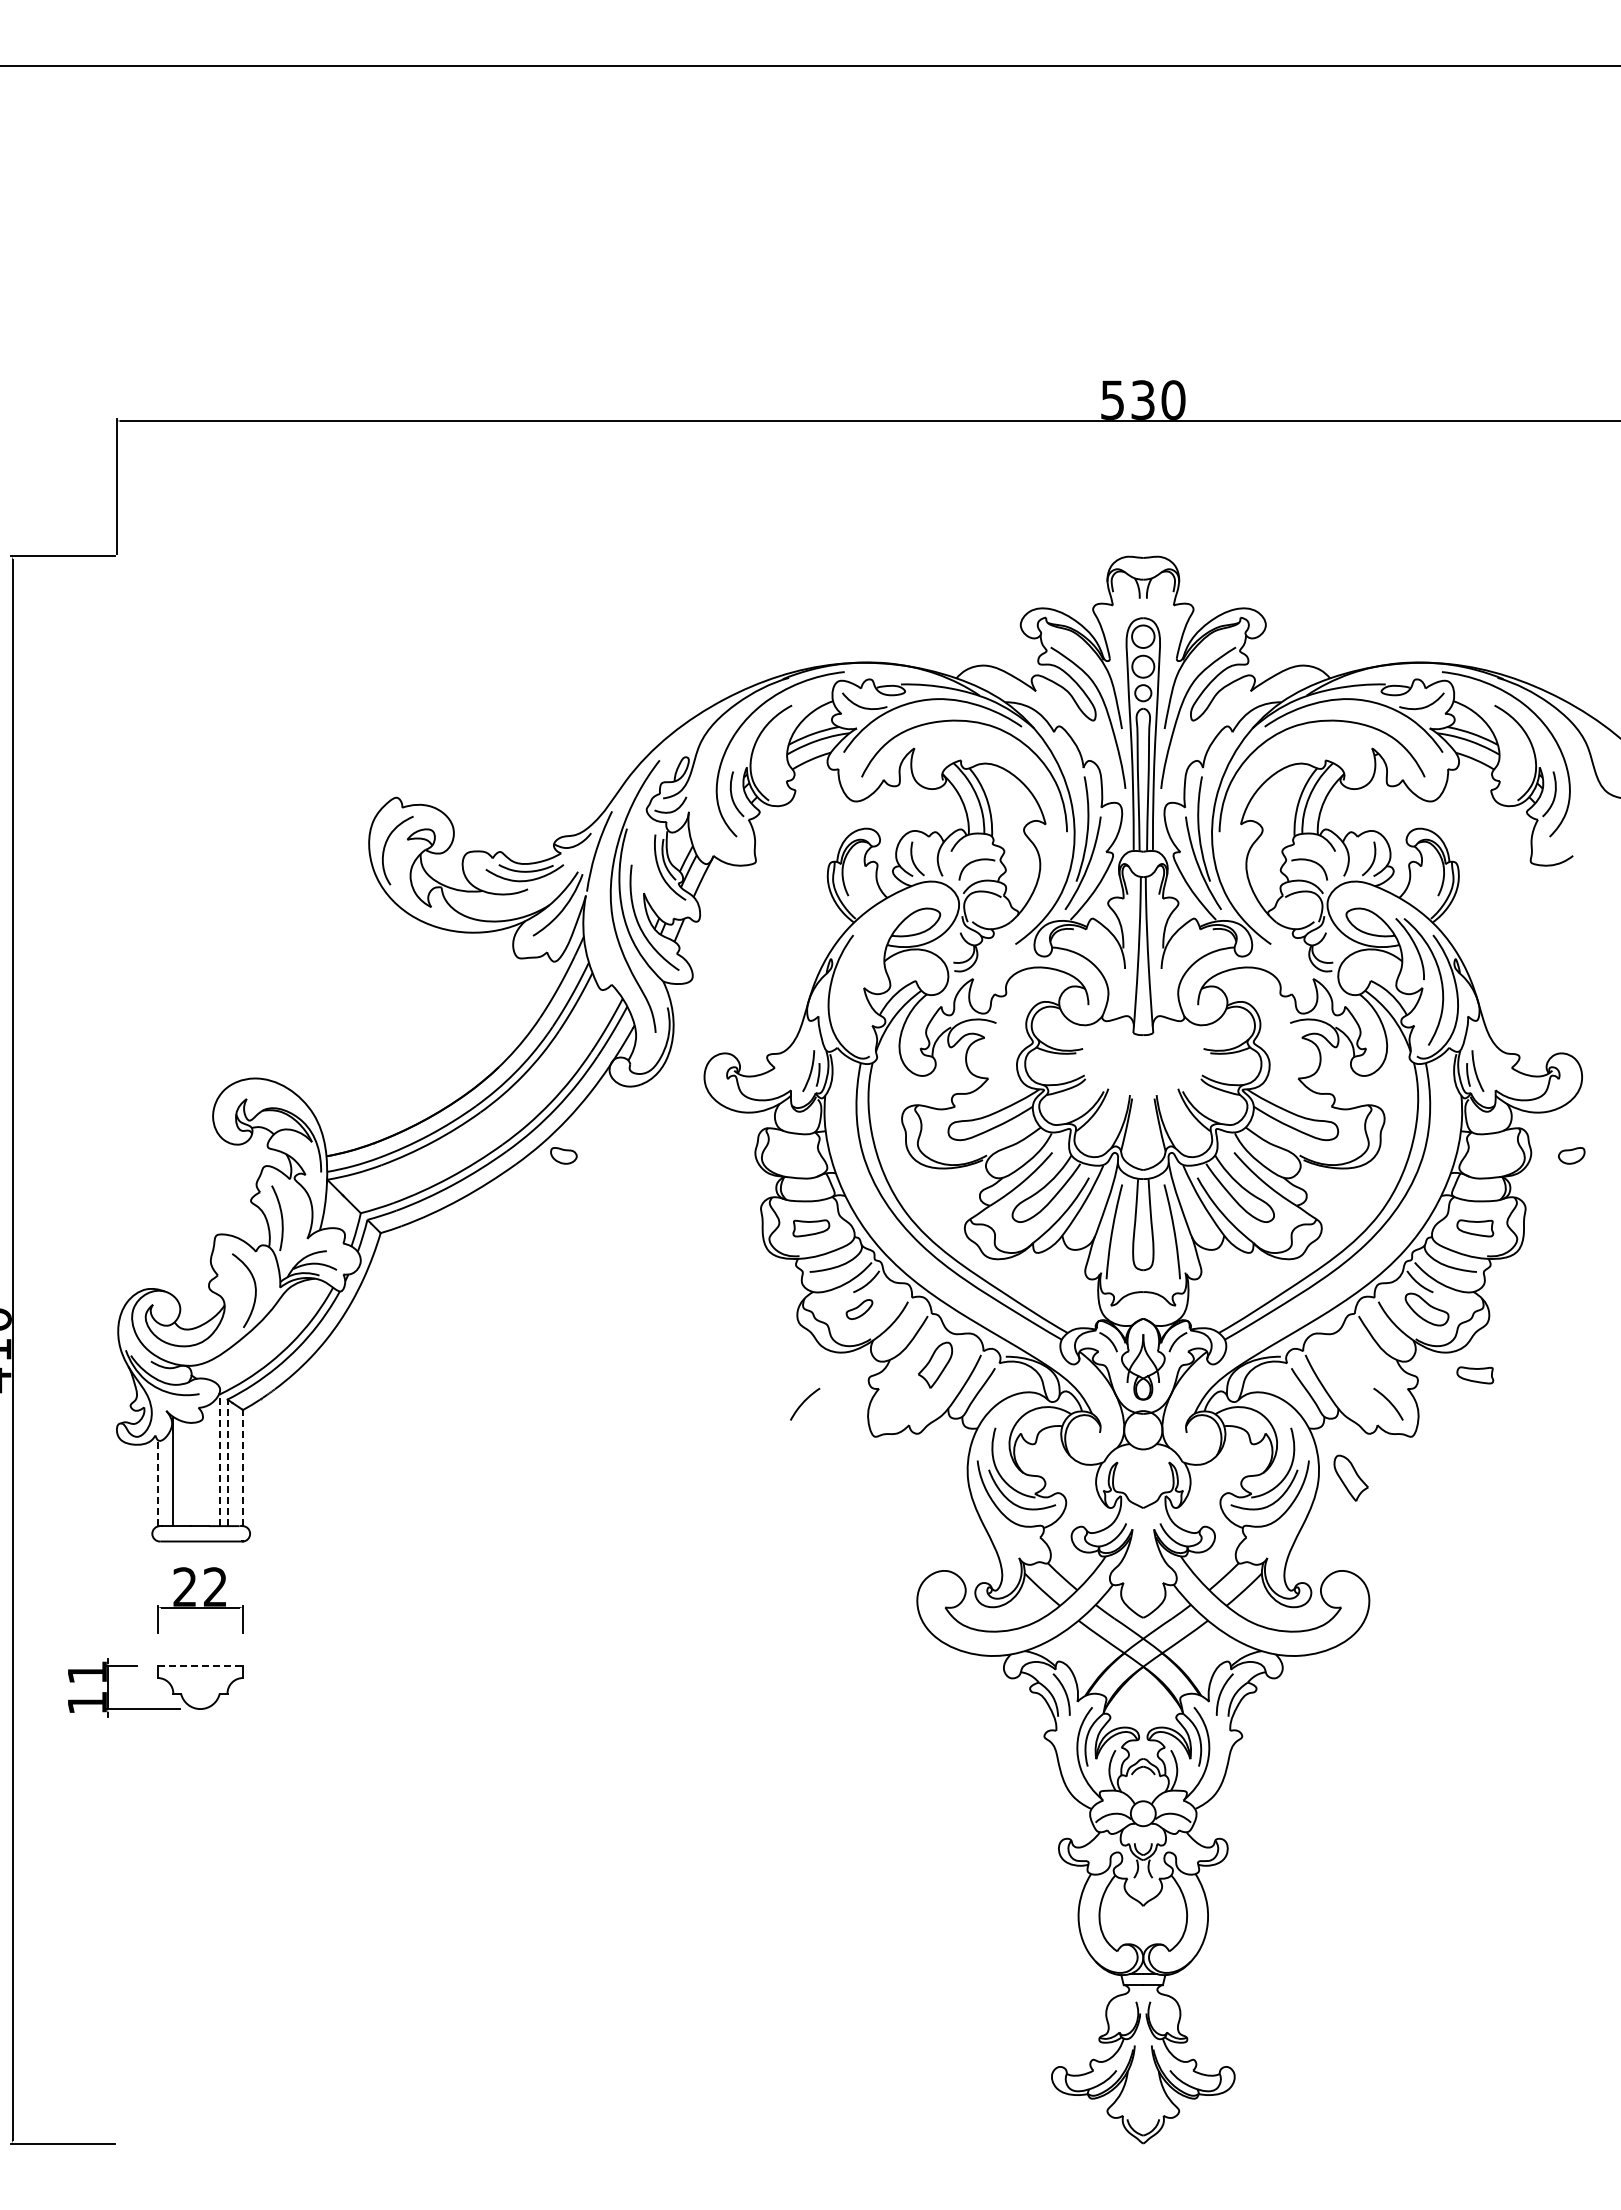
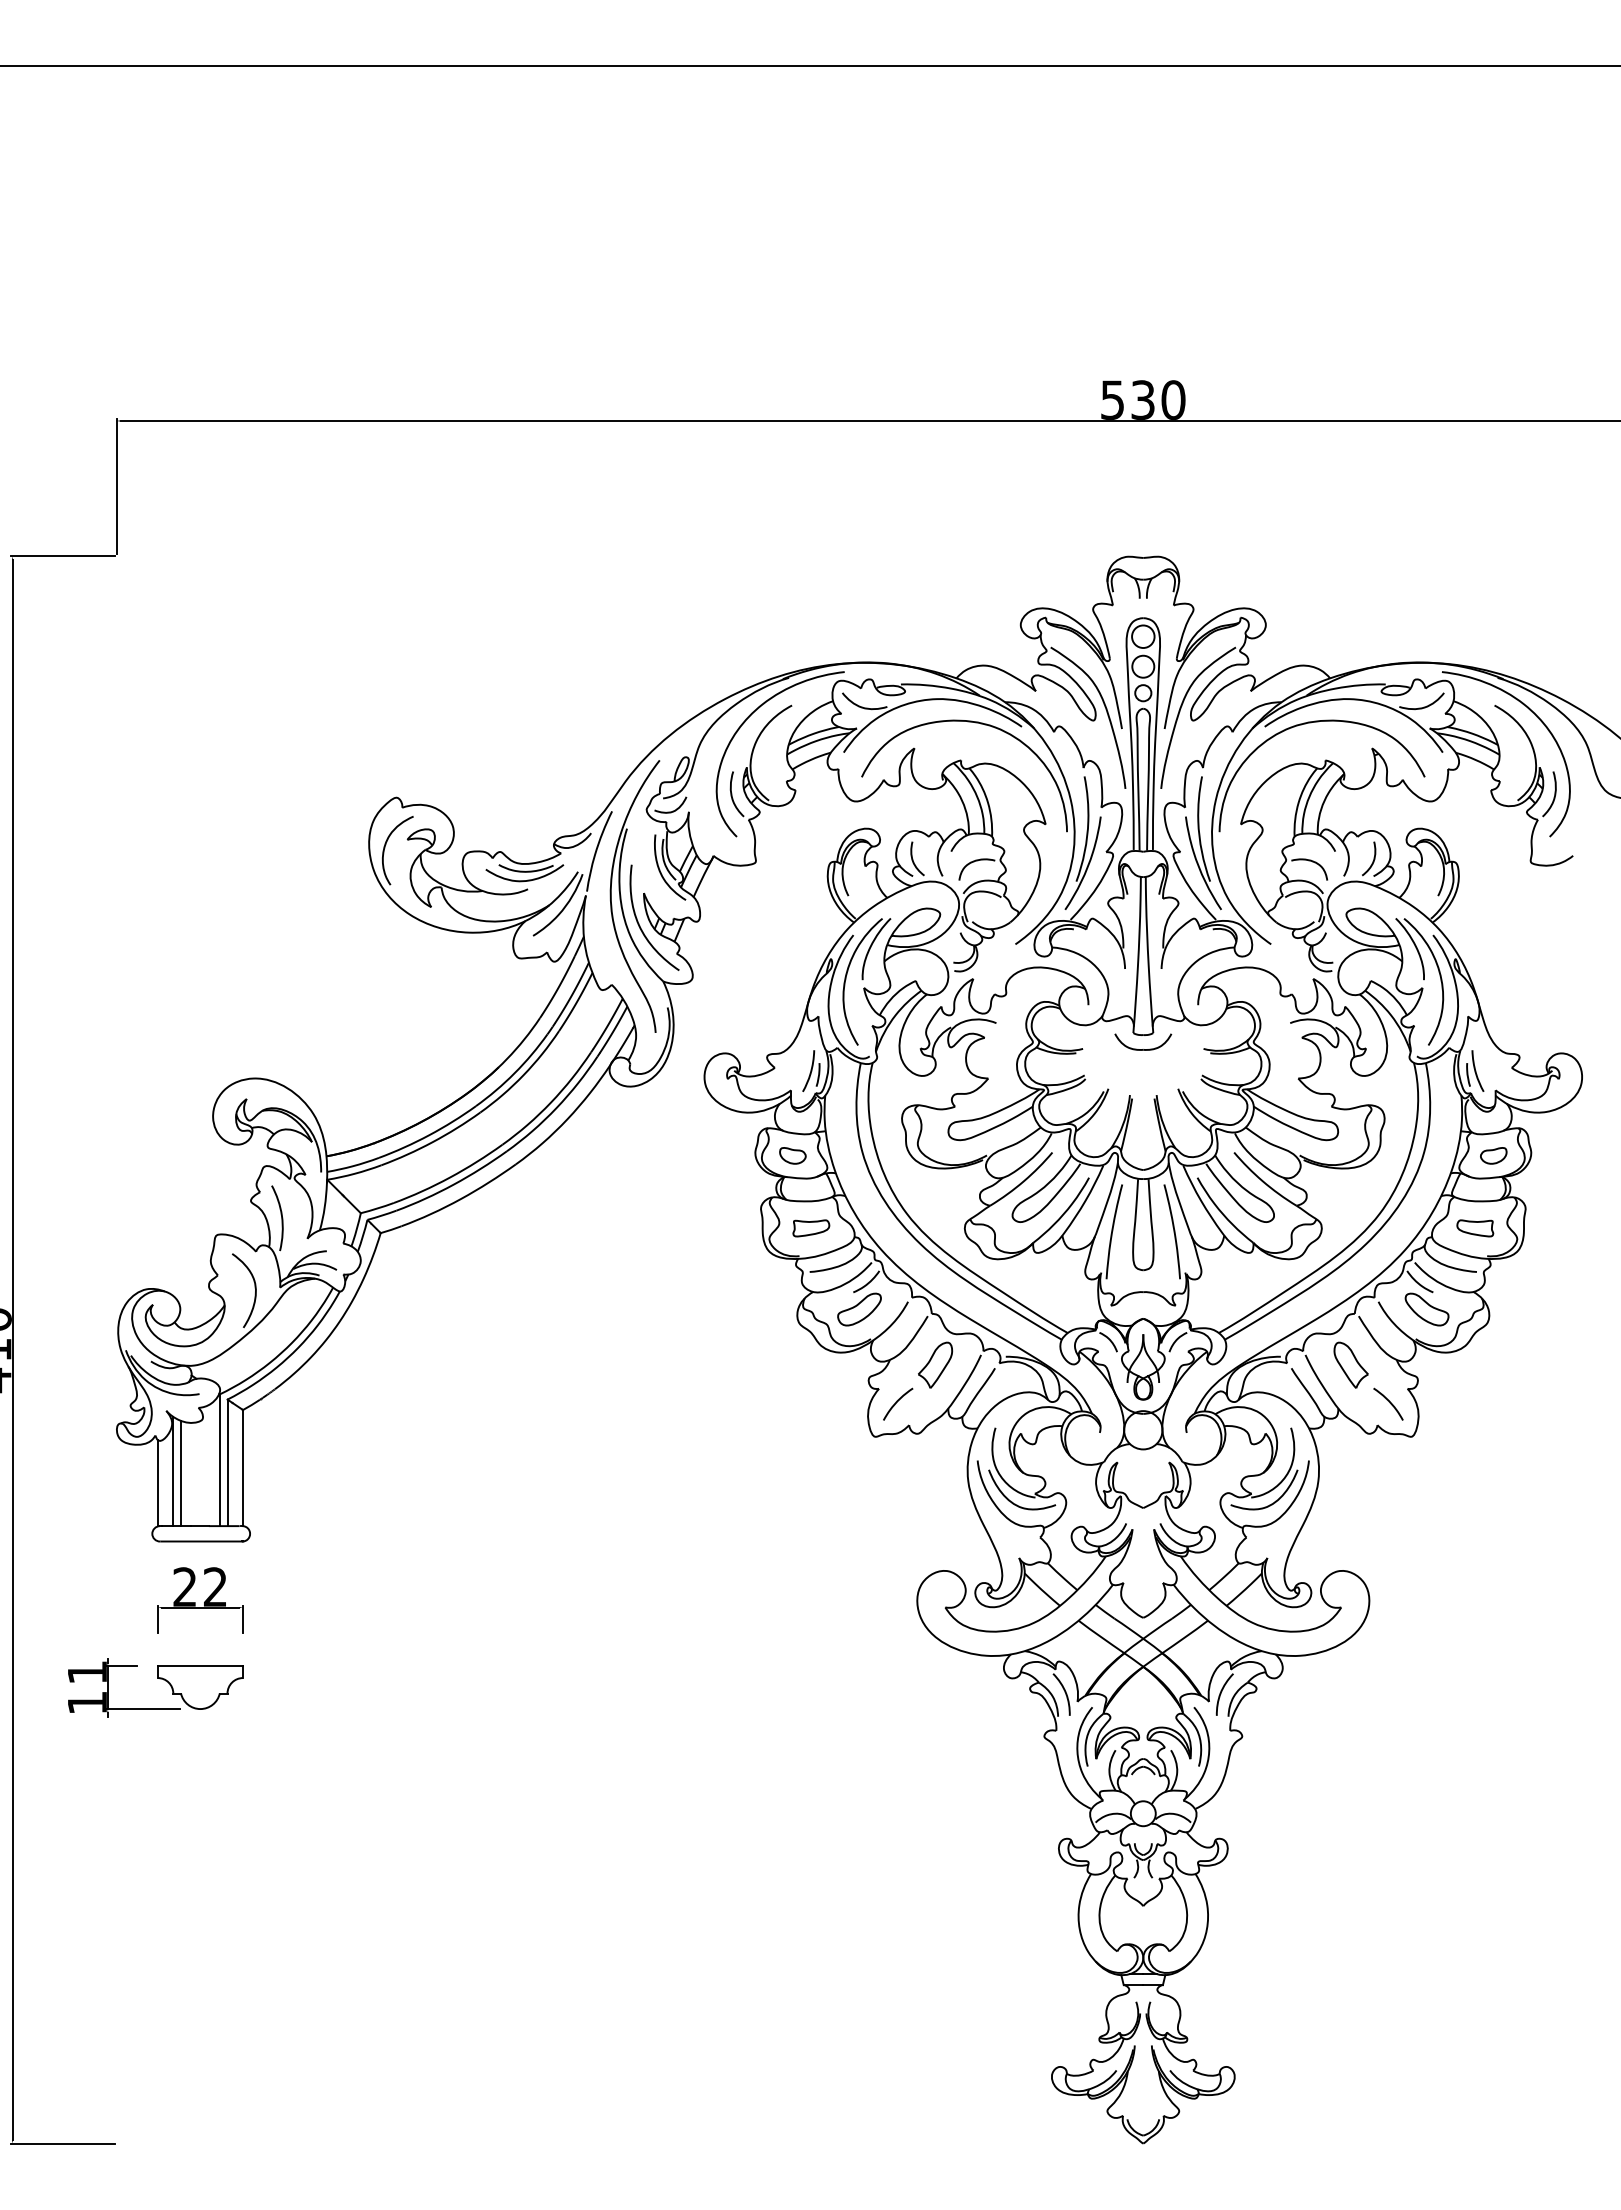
part at (866, 981): none -> present
part at (1143, 1049): none -> present
part at (563, 1155) position: (563, 1155) -> (792, 1155)
part at (1571, 1155) position: (1571, 1155) -> (1493, 1155)
part at (859, 1309) size: 29x21 px -> 45x35 px
part at (1475, 1375): present -> none
curve at (804, 1402) position: (804, 1402) -> (897, 1402)
line at (219, 1460): dashed -> solid
line at (227, 1462): dashed -> solid
line at (243, 1467): dashed -> solid
line at (181, 1473): none -> present
part at (1350, 1477) position: (1350, 1477) -> (1350, 1364)
line at (157, 1483): dashed -> solid
line at (200, 1666): dashed -> solid
